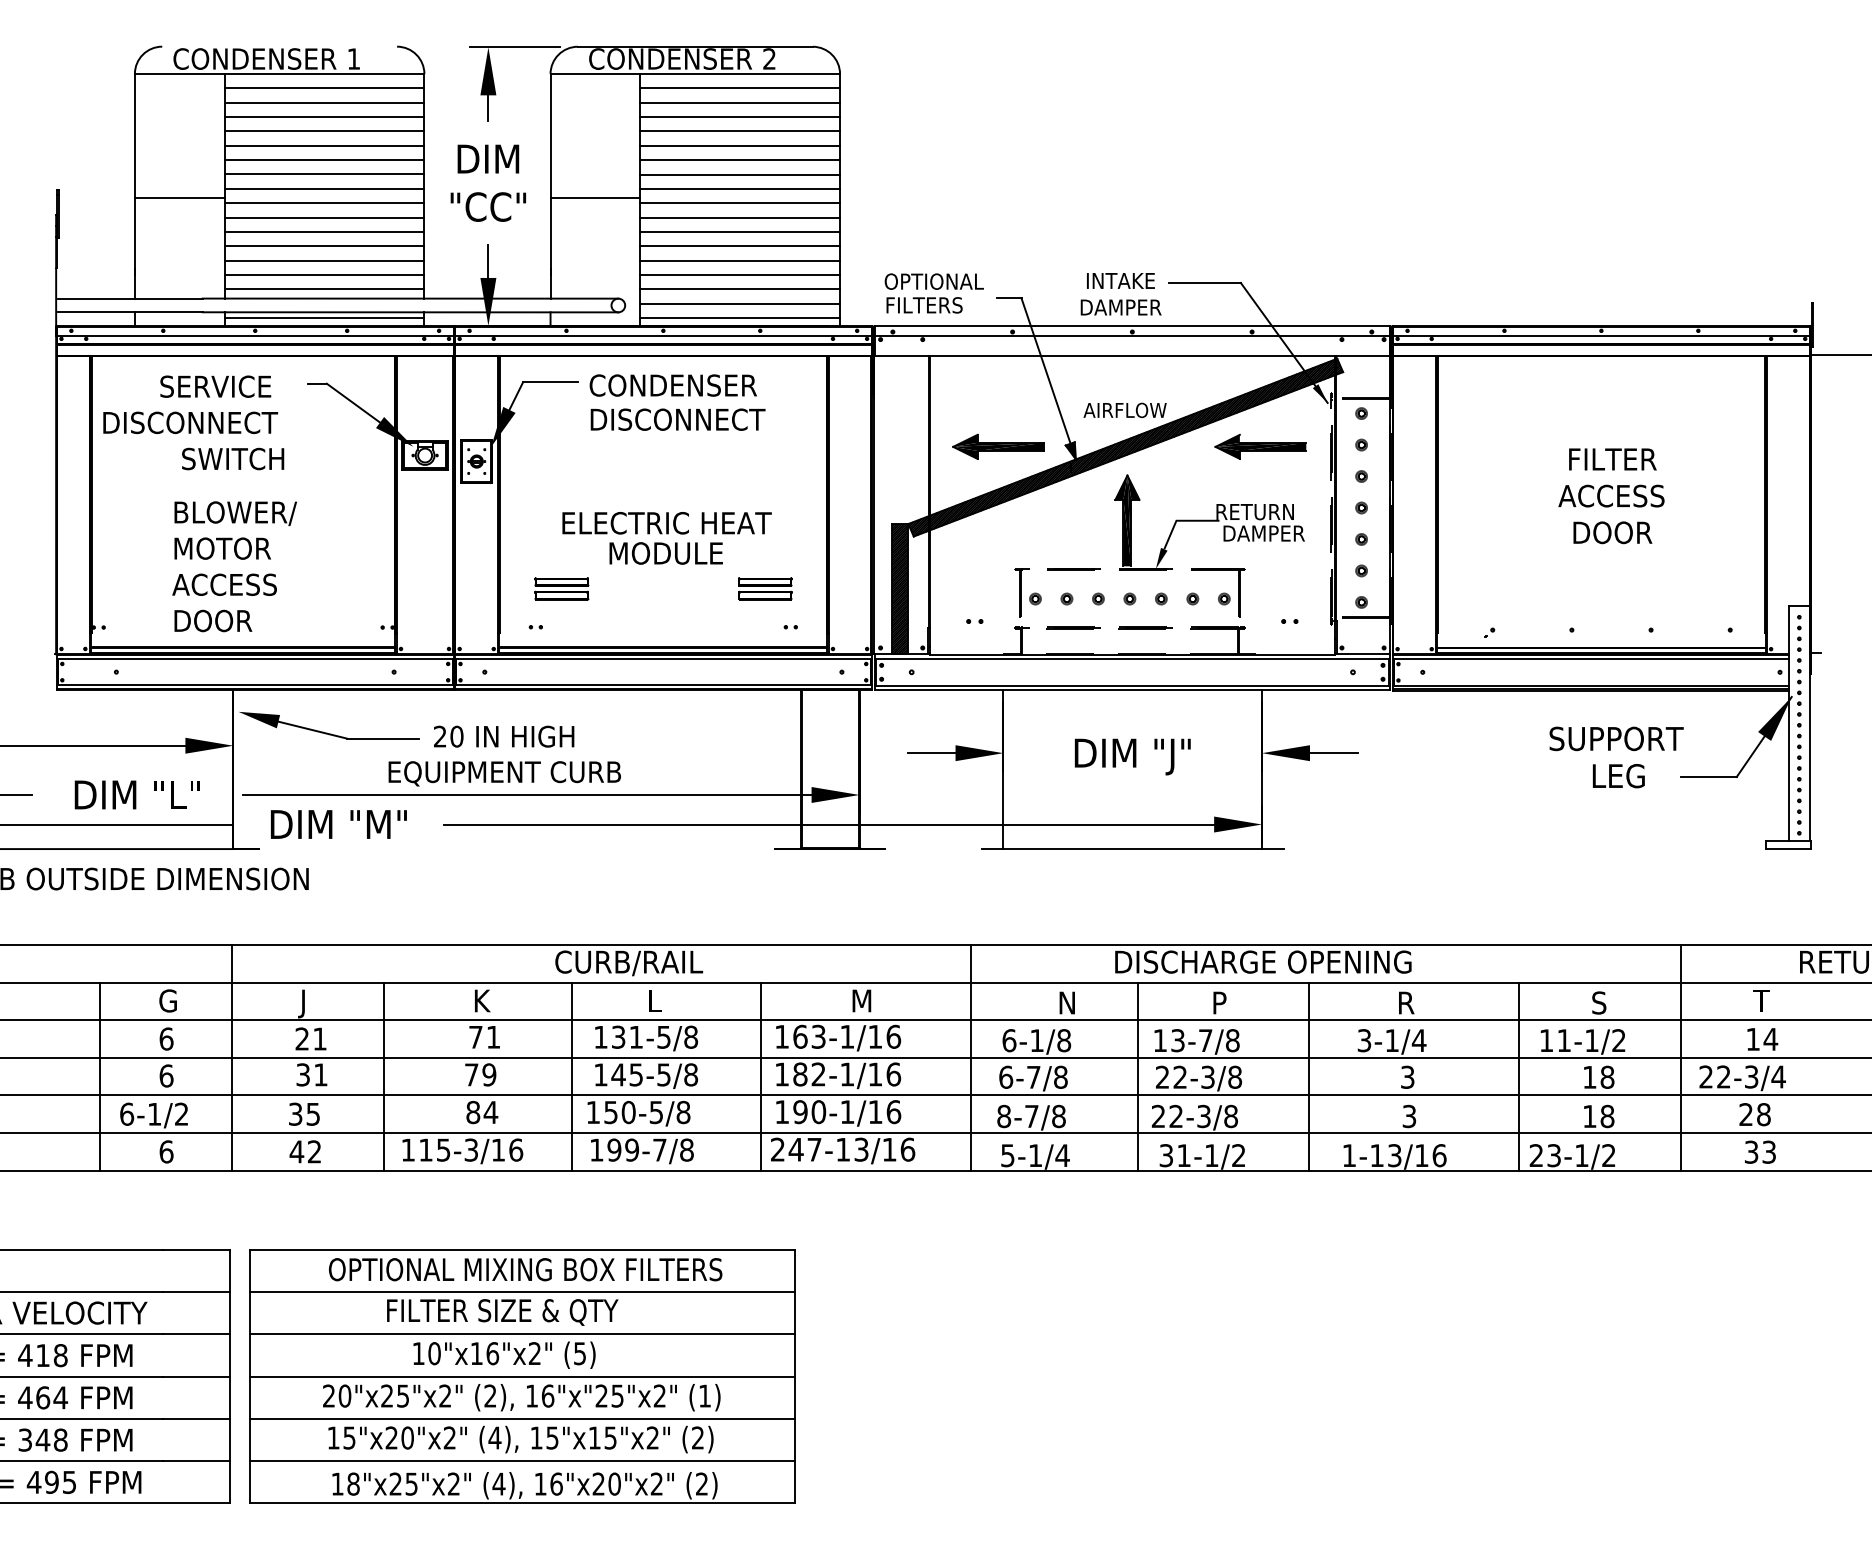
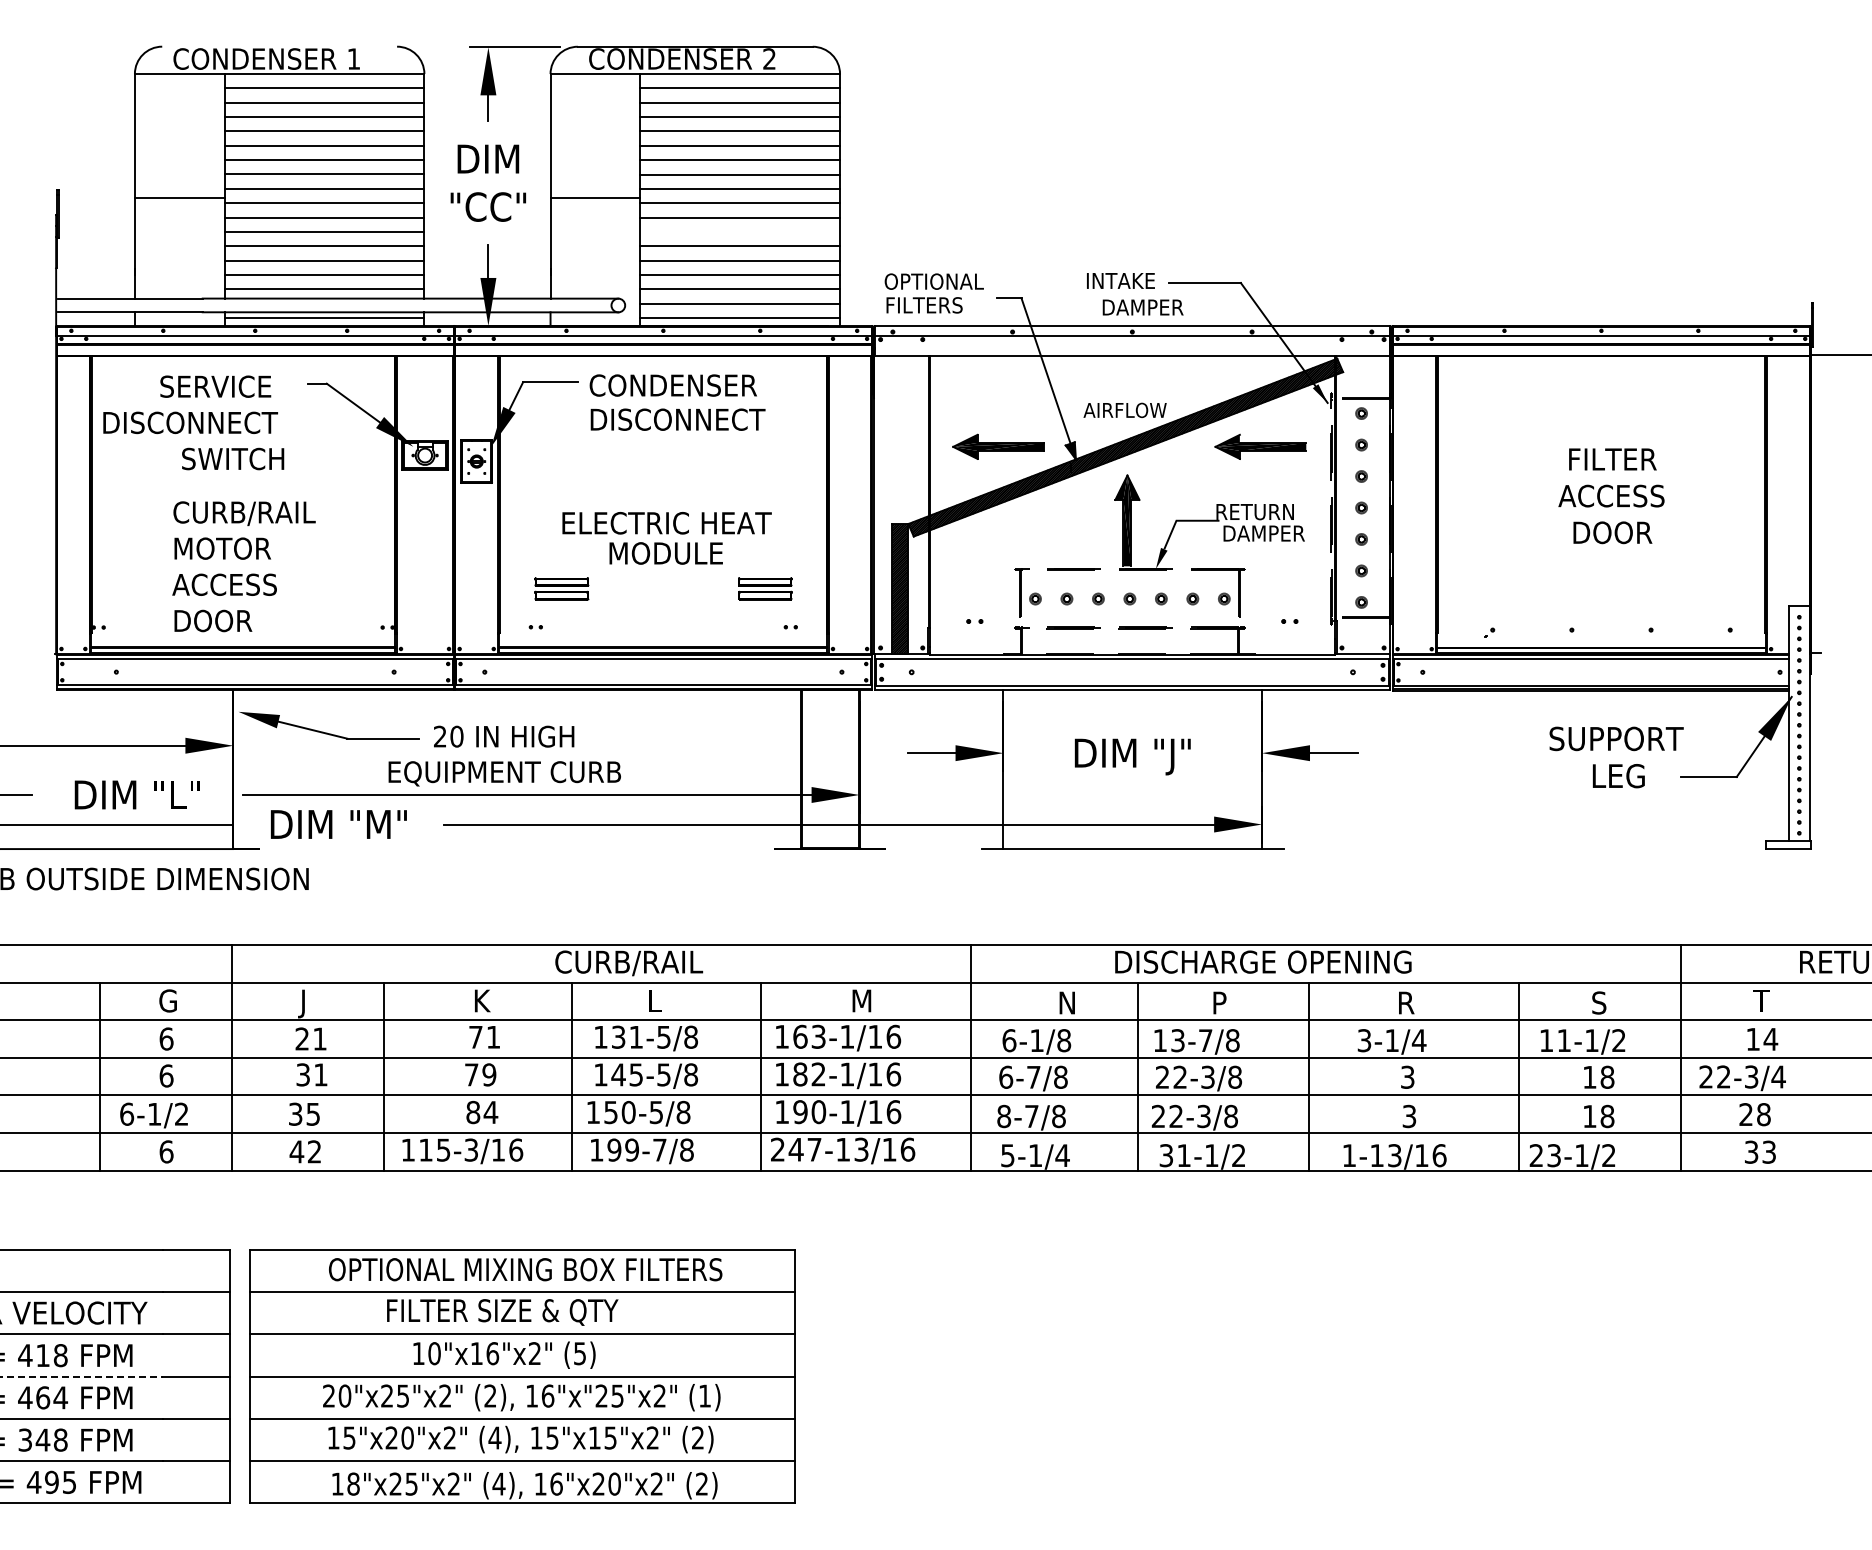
line at (740, 231): present -> none
text at (1120, 307) position: (1120, 307) -> (1142, 307)
text at (244, 513): BLOWER/ -> CURB/RAIL
line at (82, 1376): solid -> dashed
